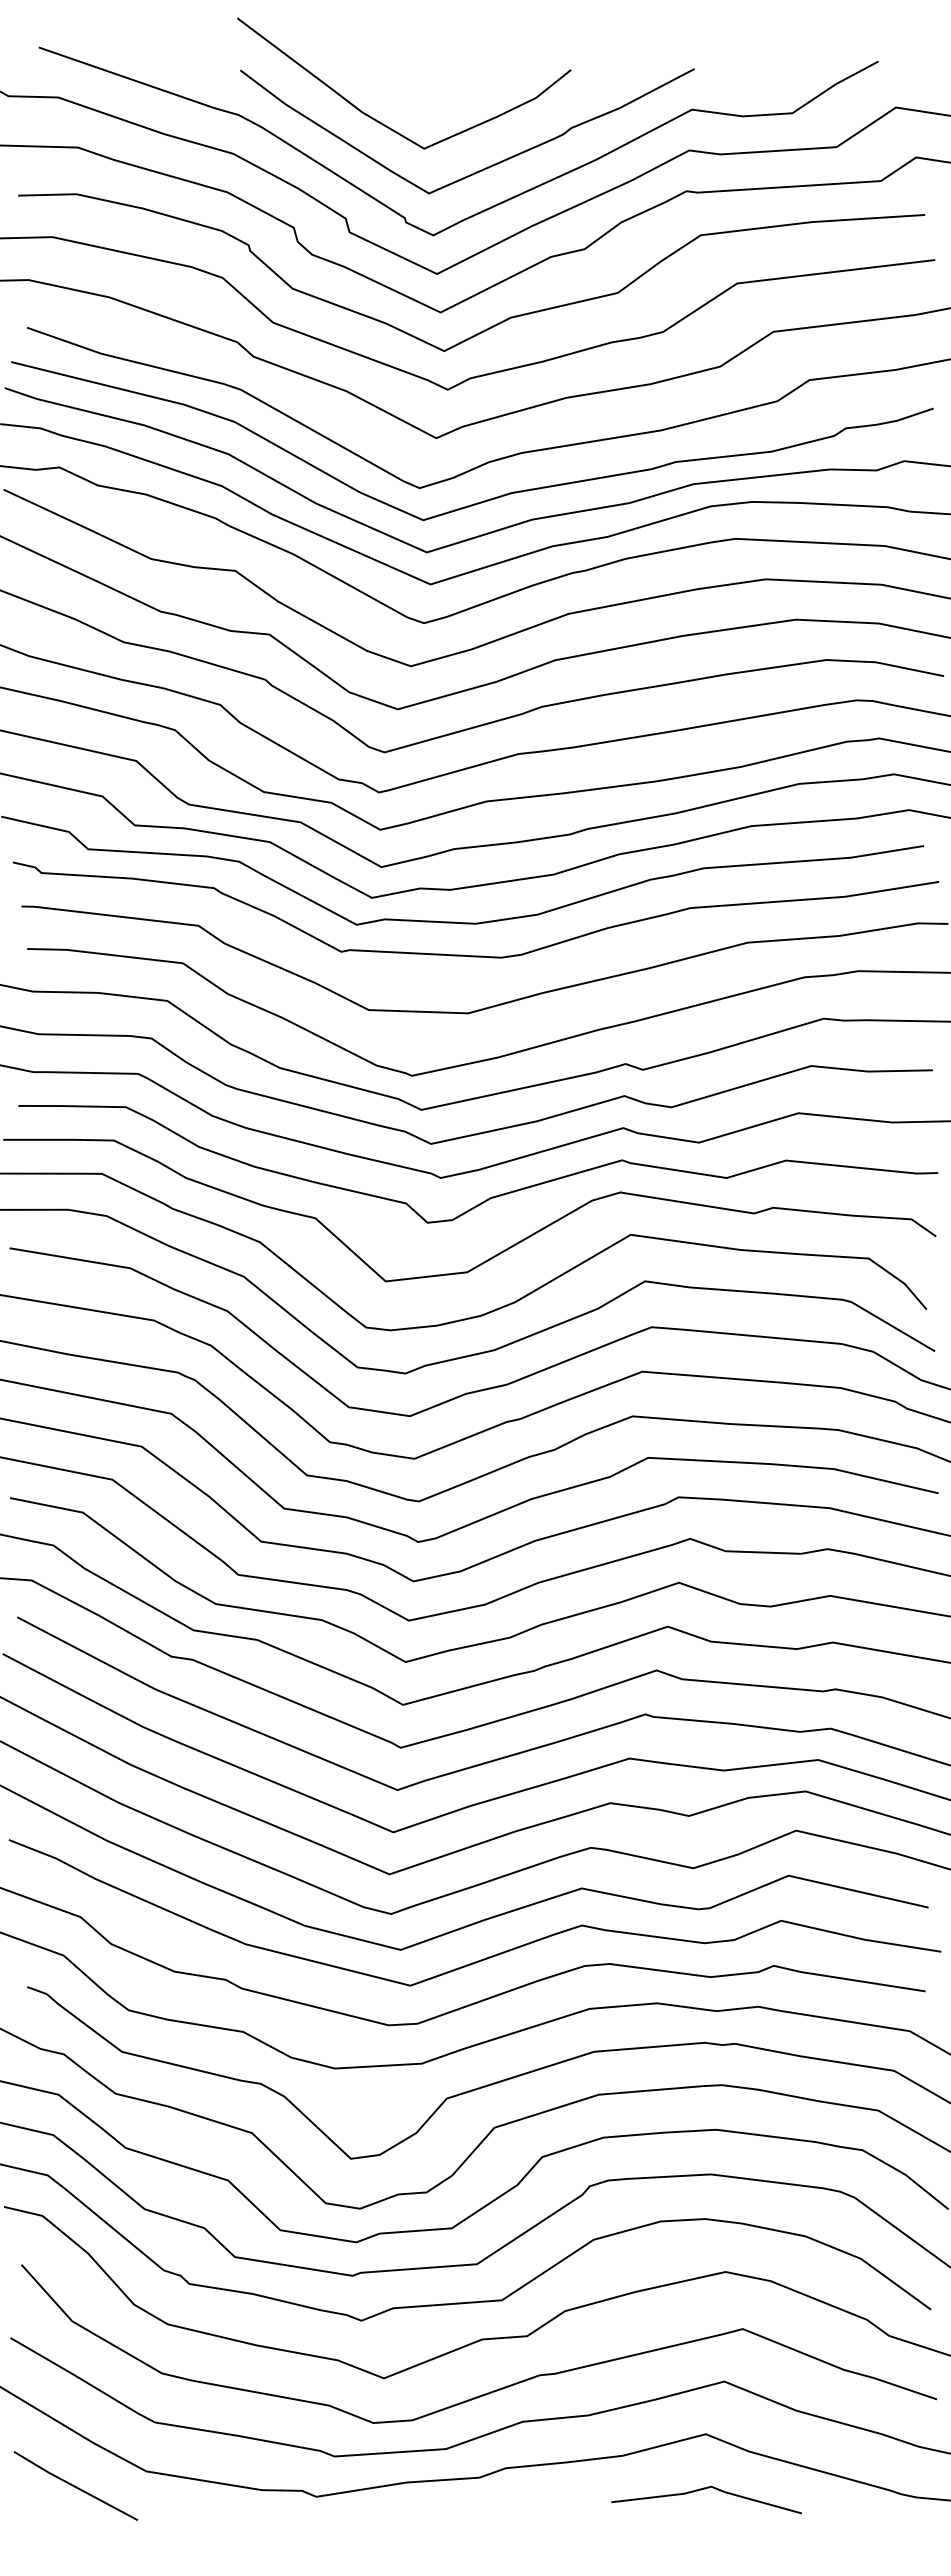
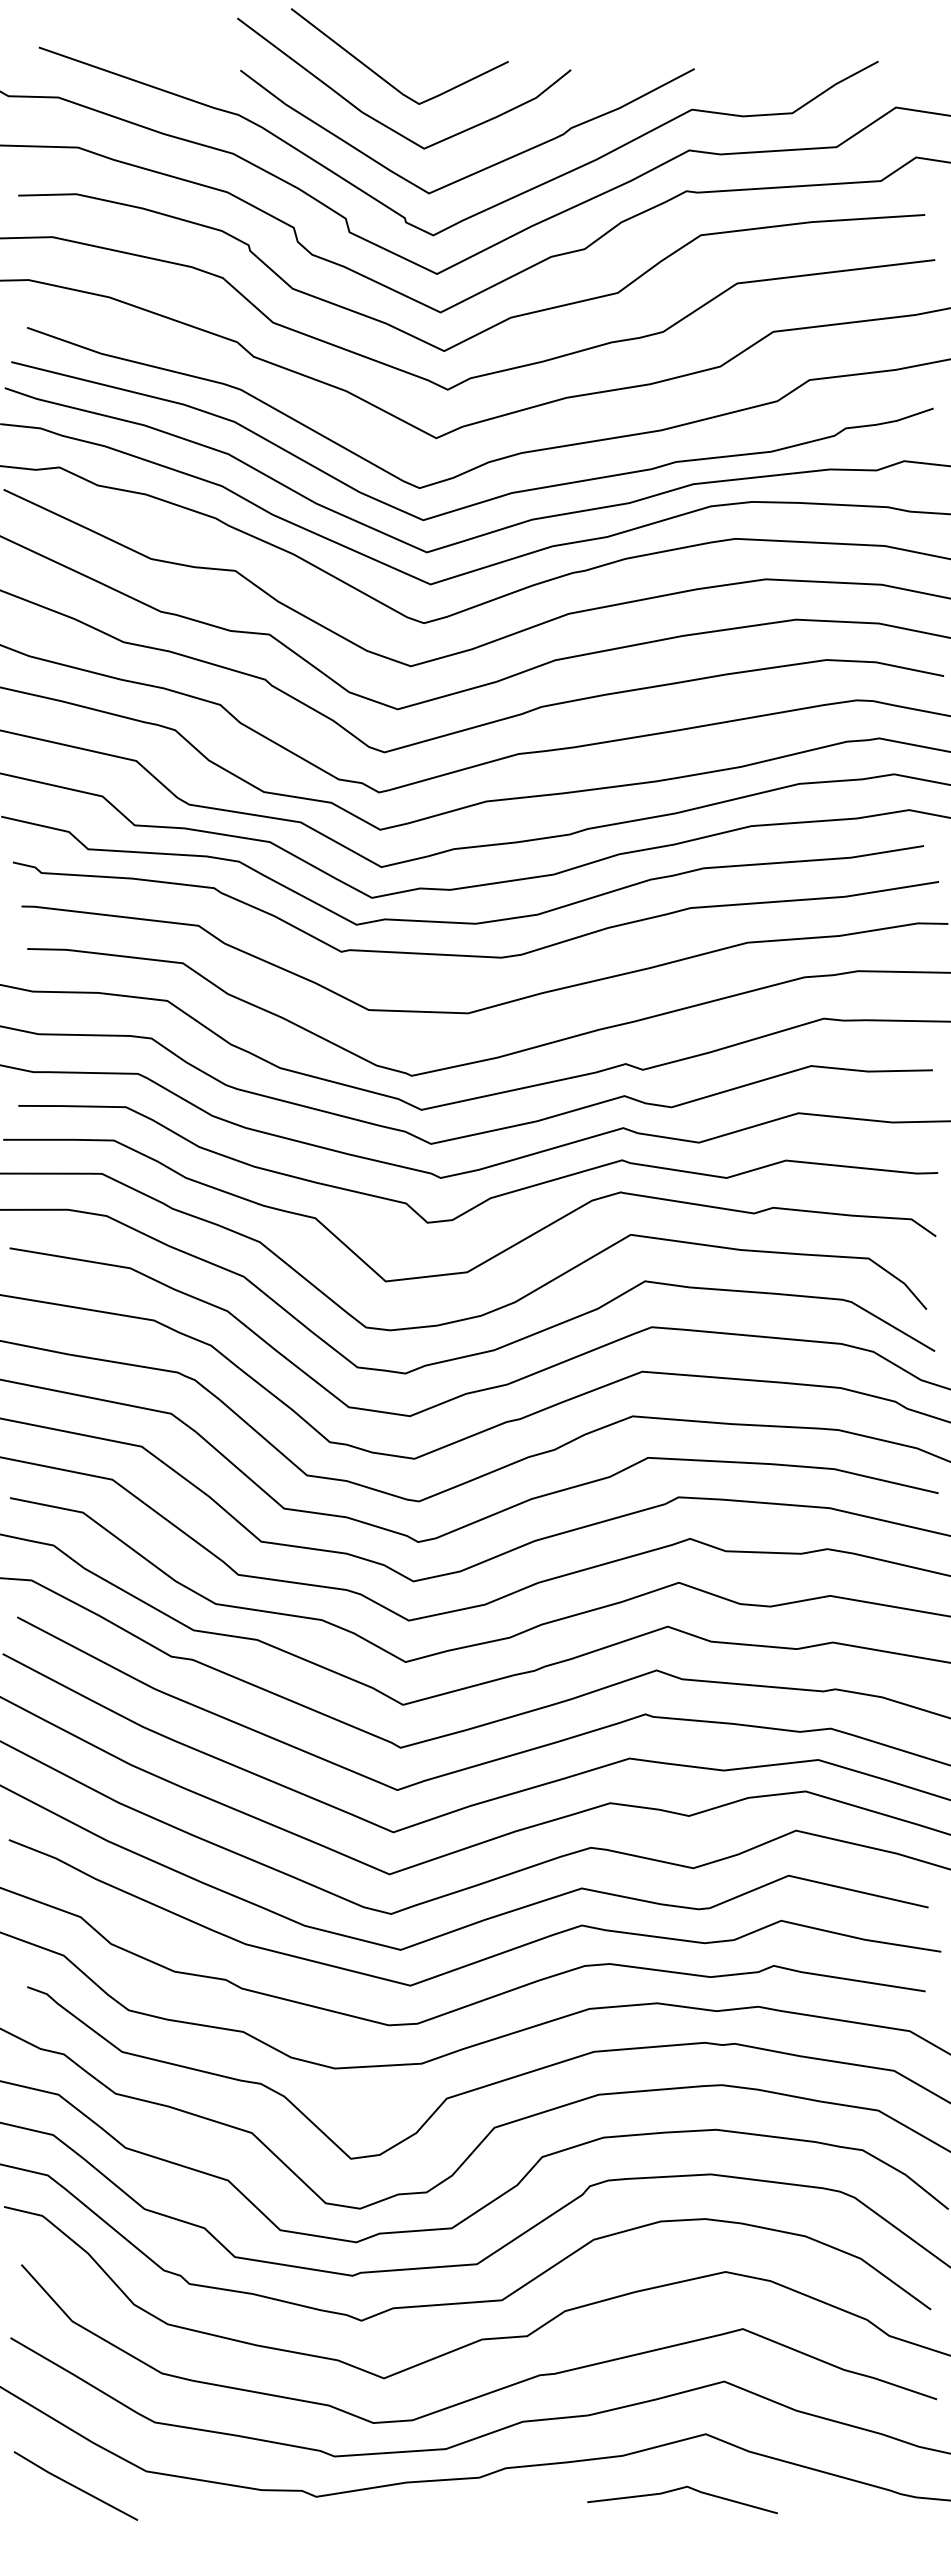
line at (381, 76): none -> present
line at (705, 2489) position: (705, 2489) -> (681, 2489)
